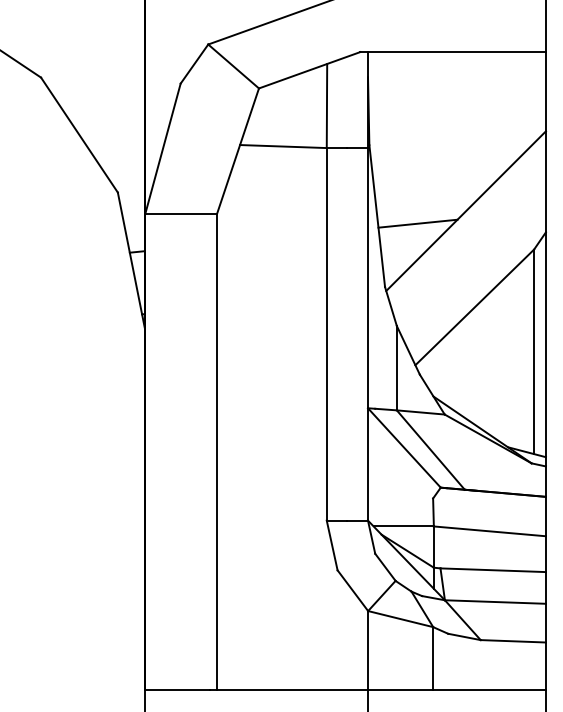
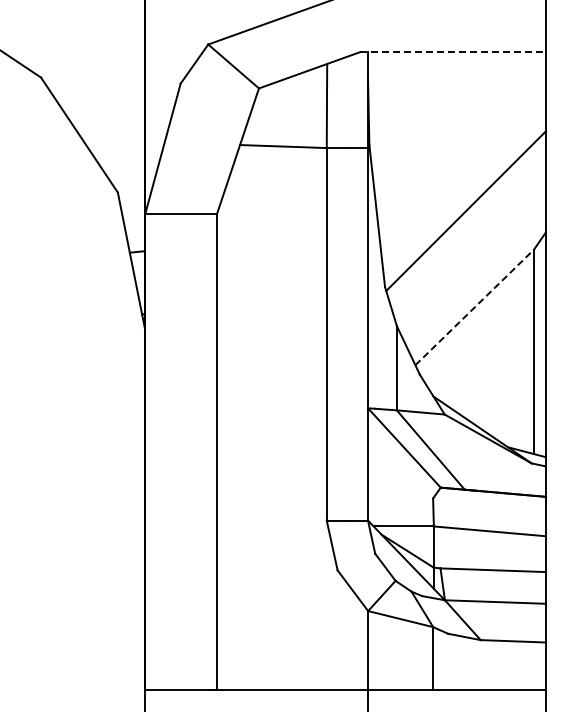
line at (453, 52): solid -> dashed
line at (417, 223): present -> none
line at (474, 307): solid -> dashed
